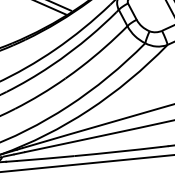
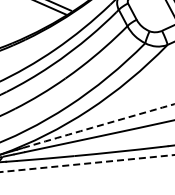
arc at (98, 126): solid -> dashed
line at (87, 163): solid -> dashed
